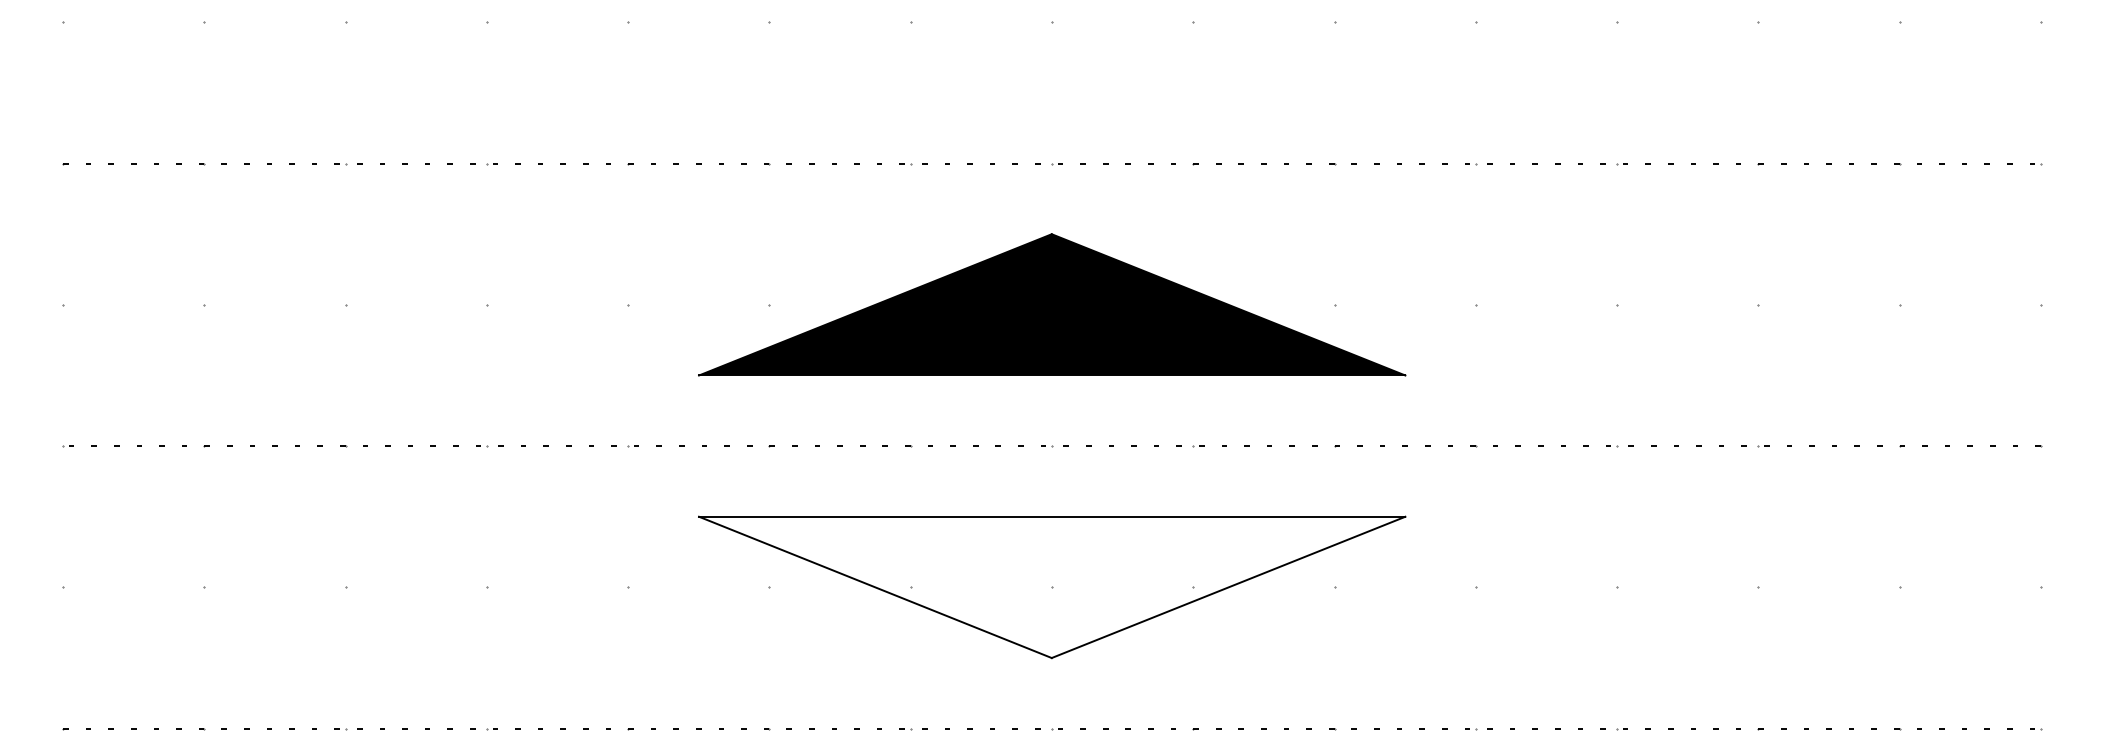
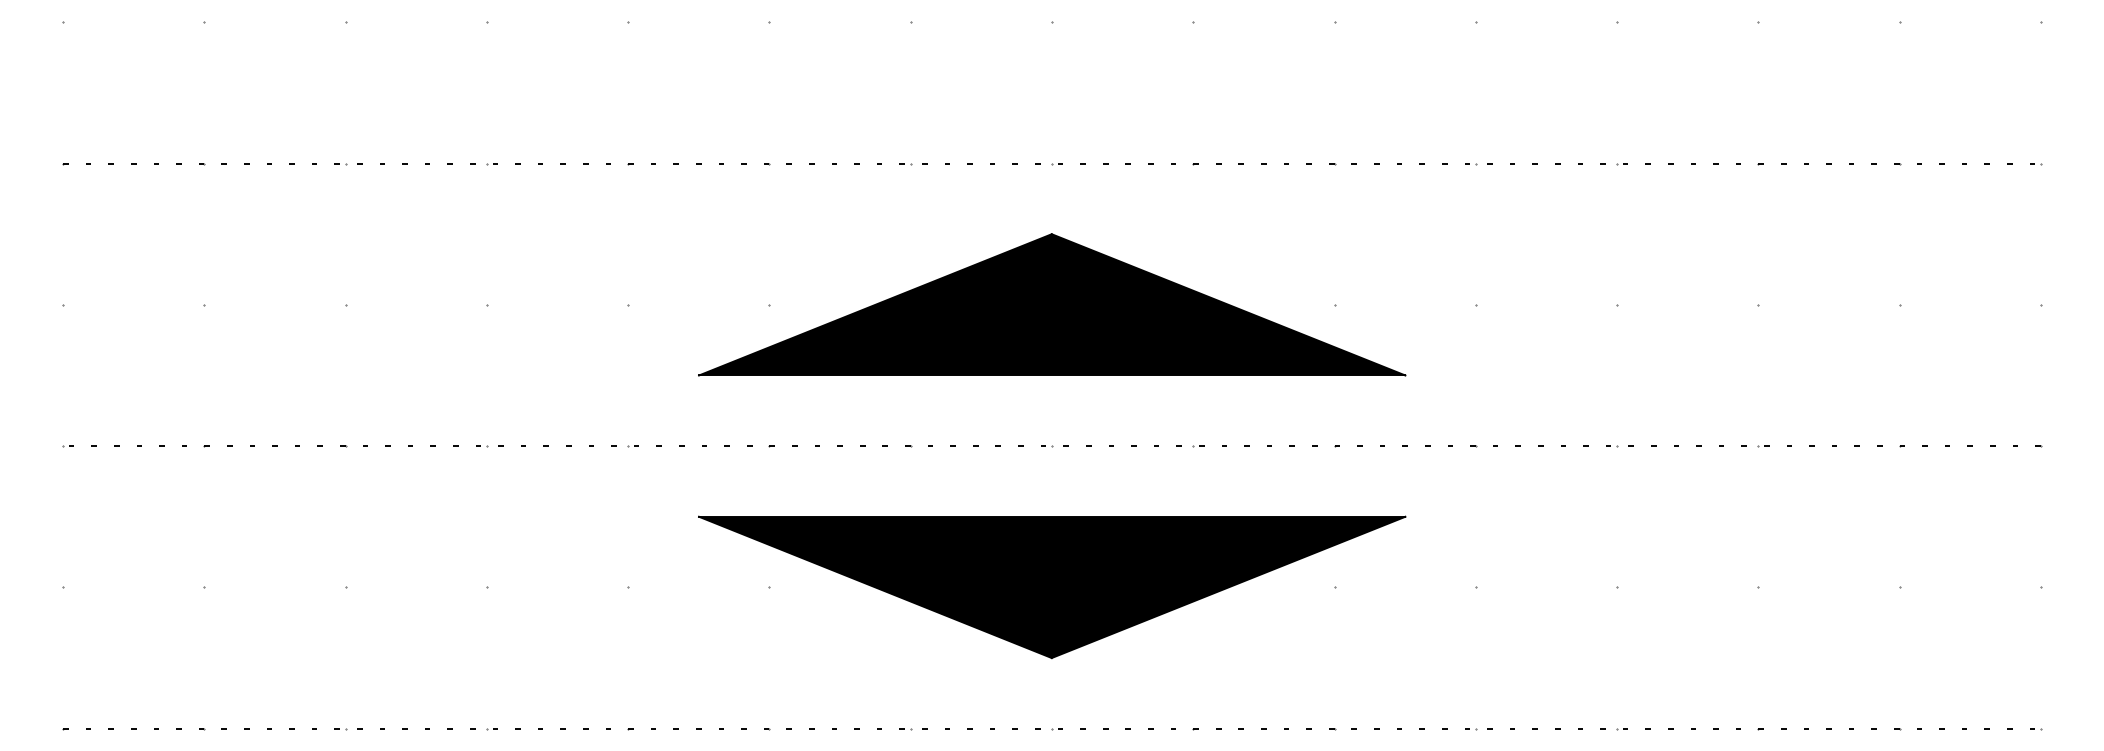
fill at (1052, 587): none -> present
